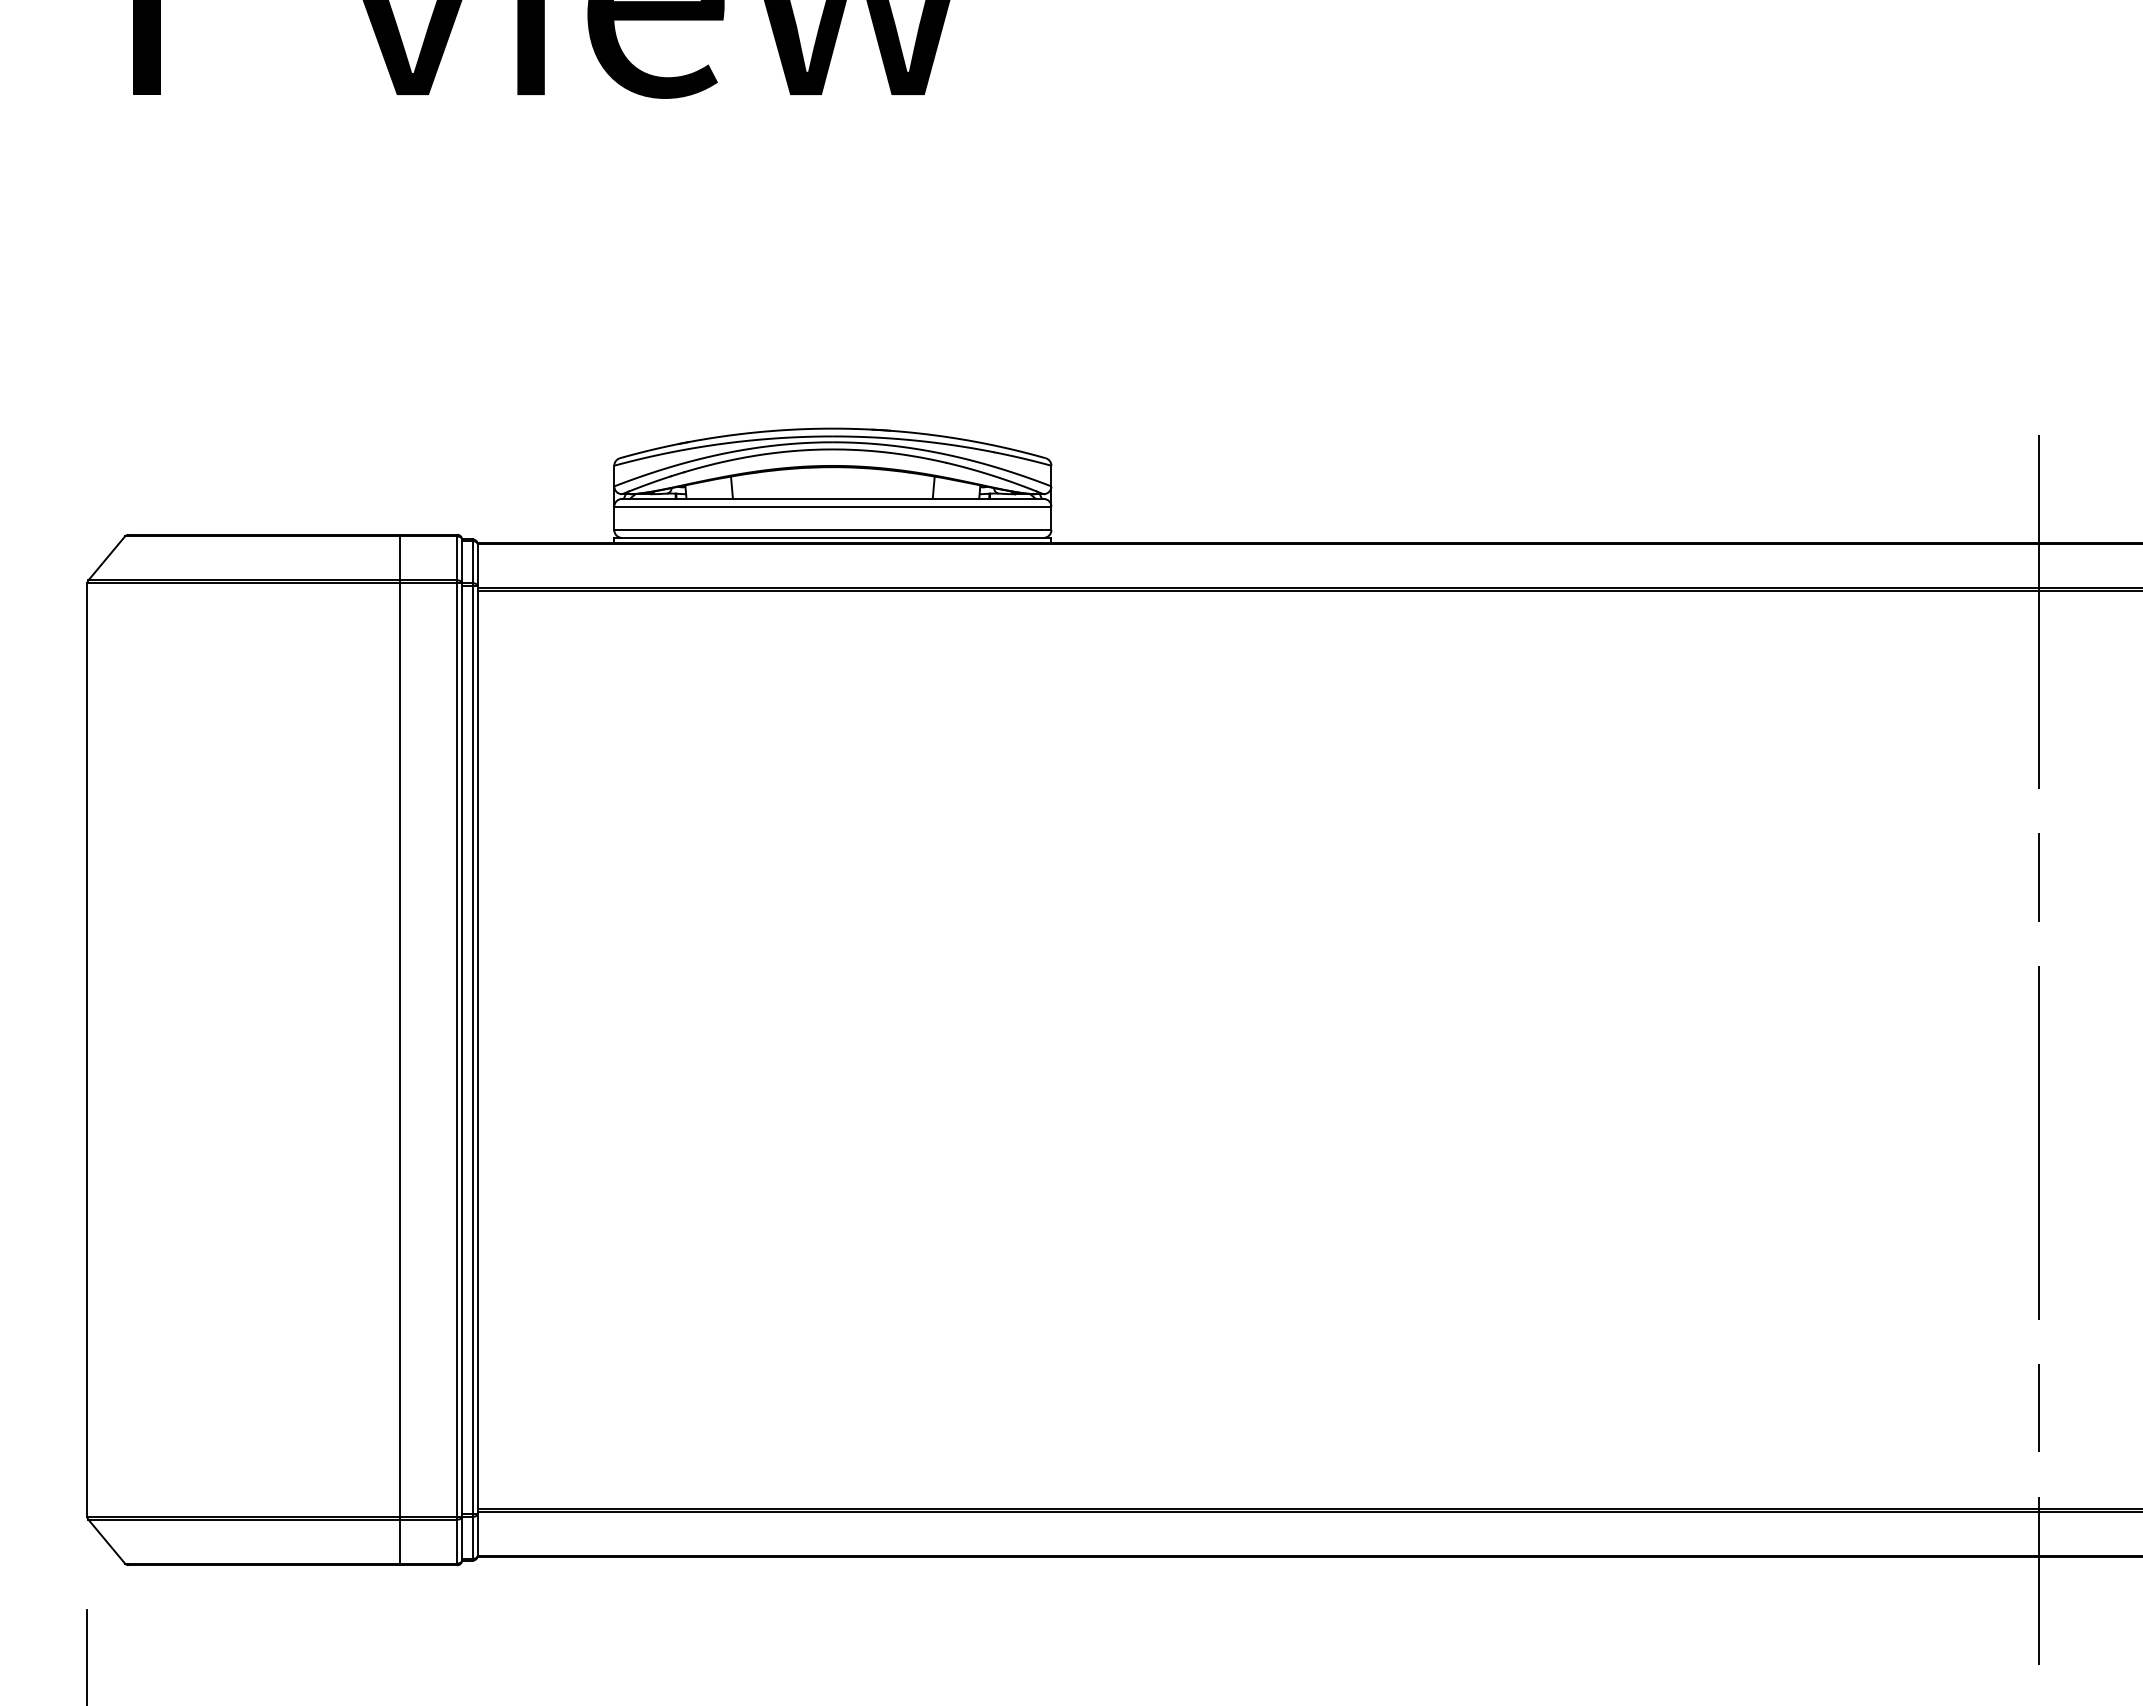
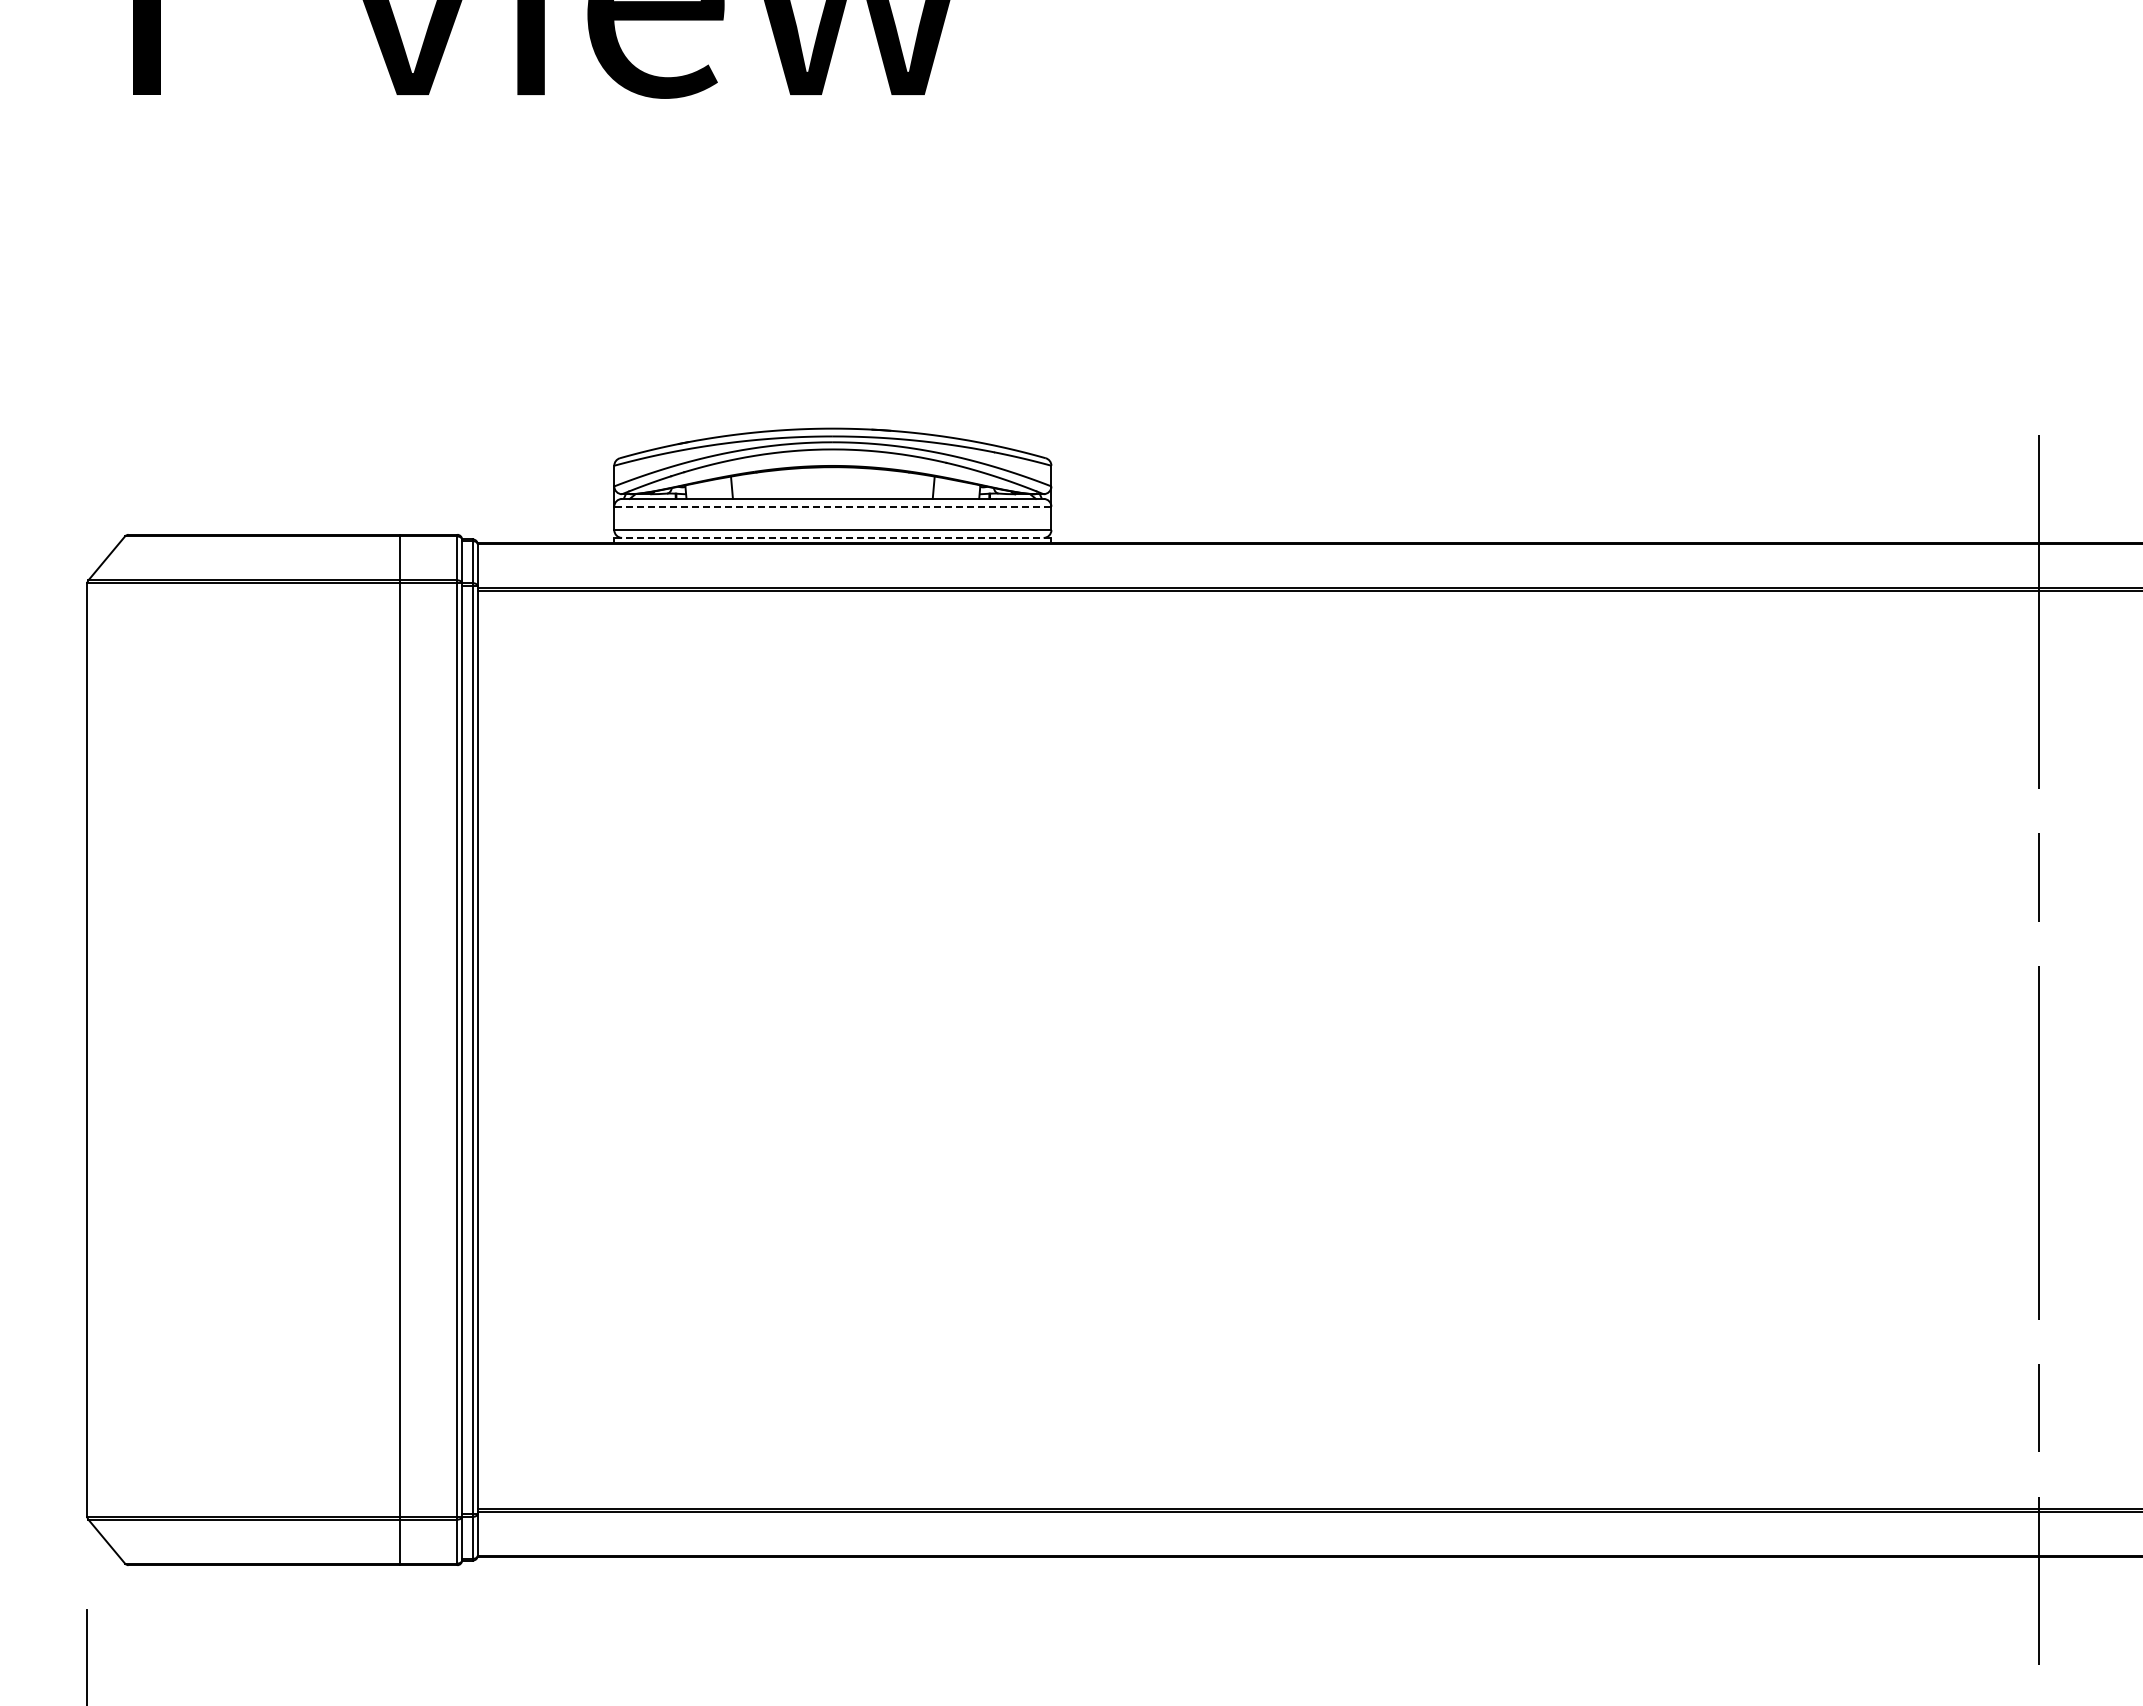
line at (832, 506): solid -> dashed
line at (832, 537): solid -> dashed
